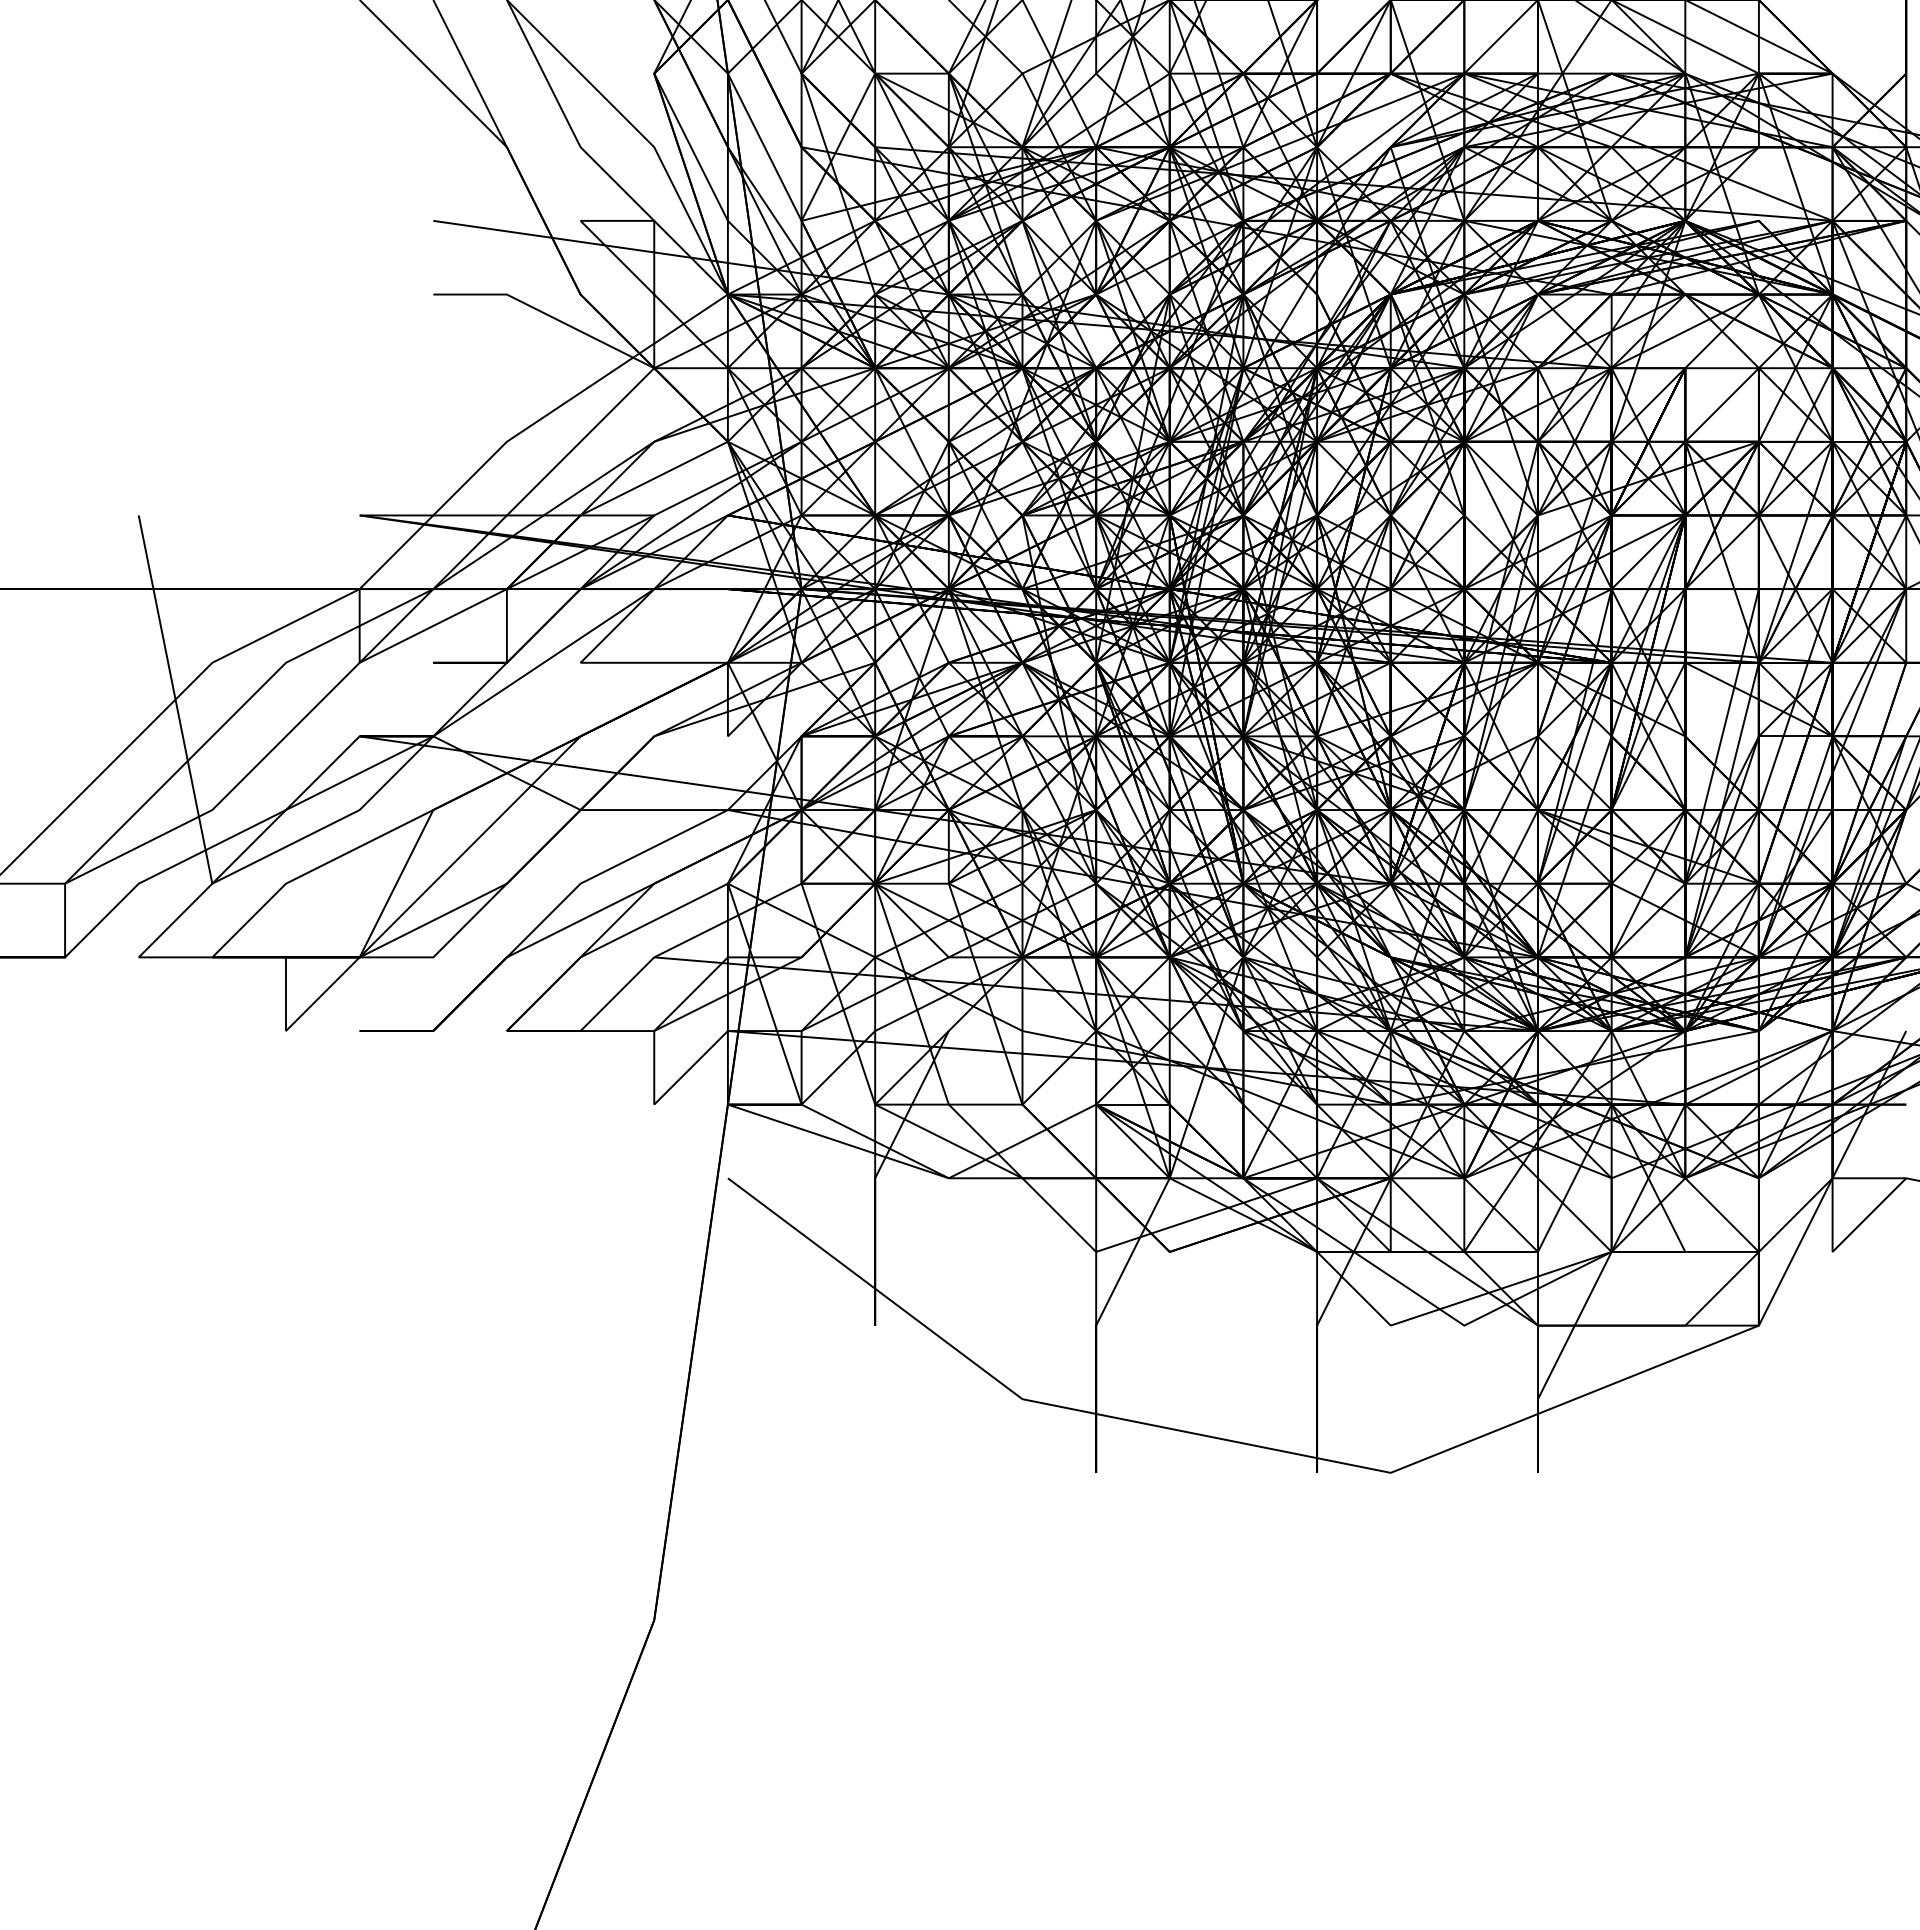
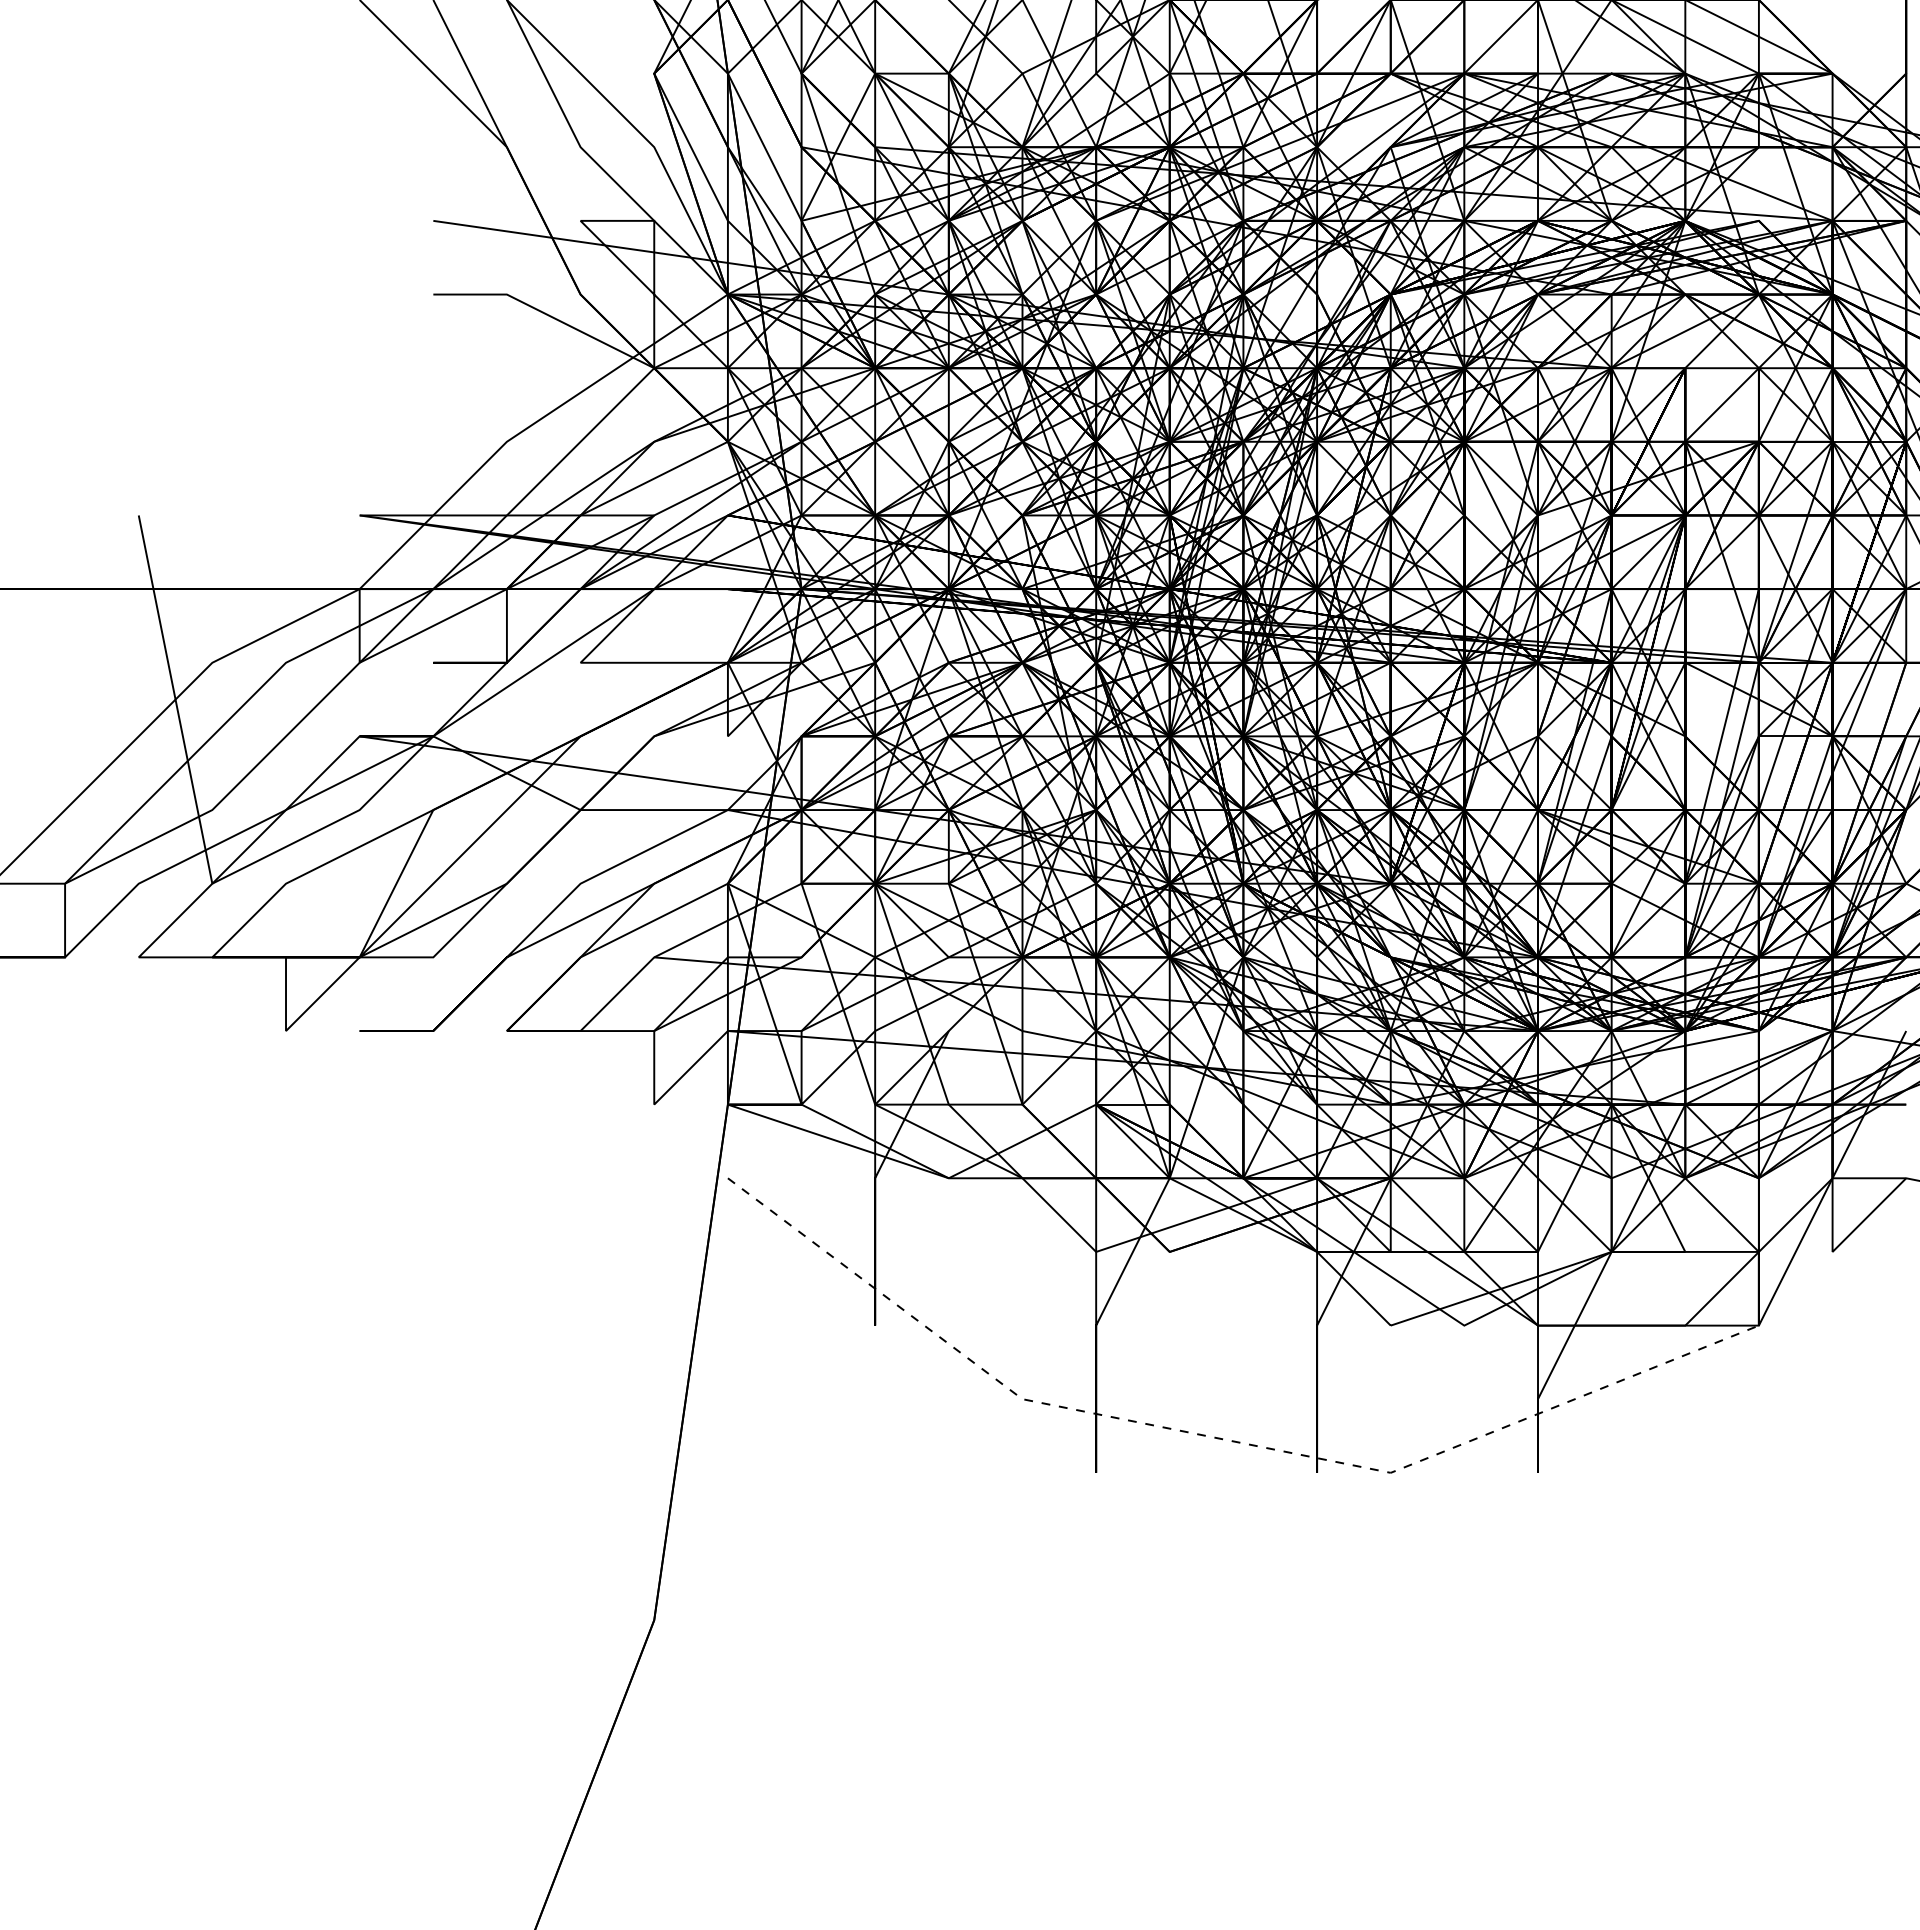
line at (1220, 1438): solid -> dashed
